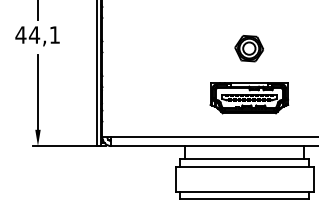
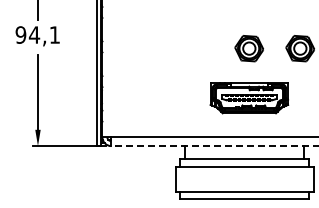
text at (20, 34): 44,1 -> 94,1
part at (299, 48): none -> present
line at (214, 146): solid -> dashed
